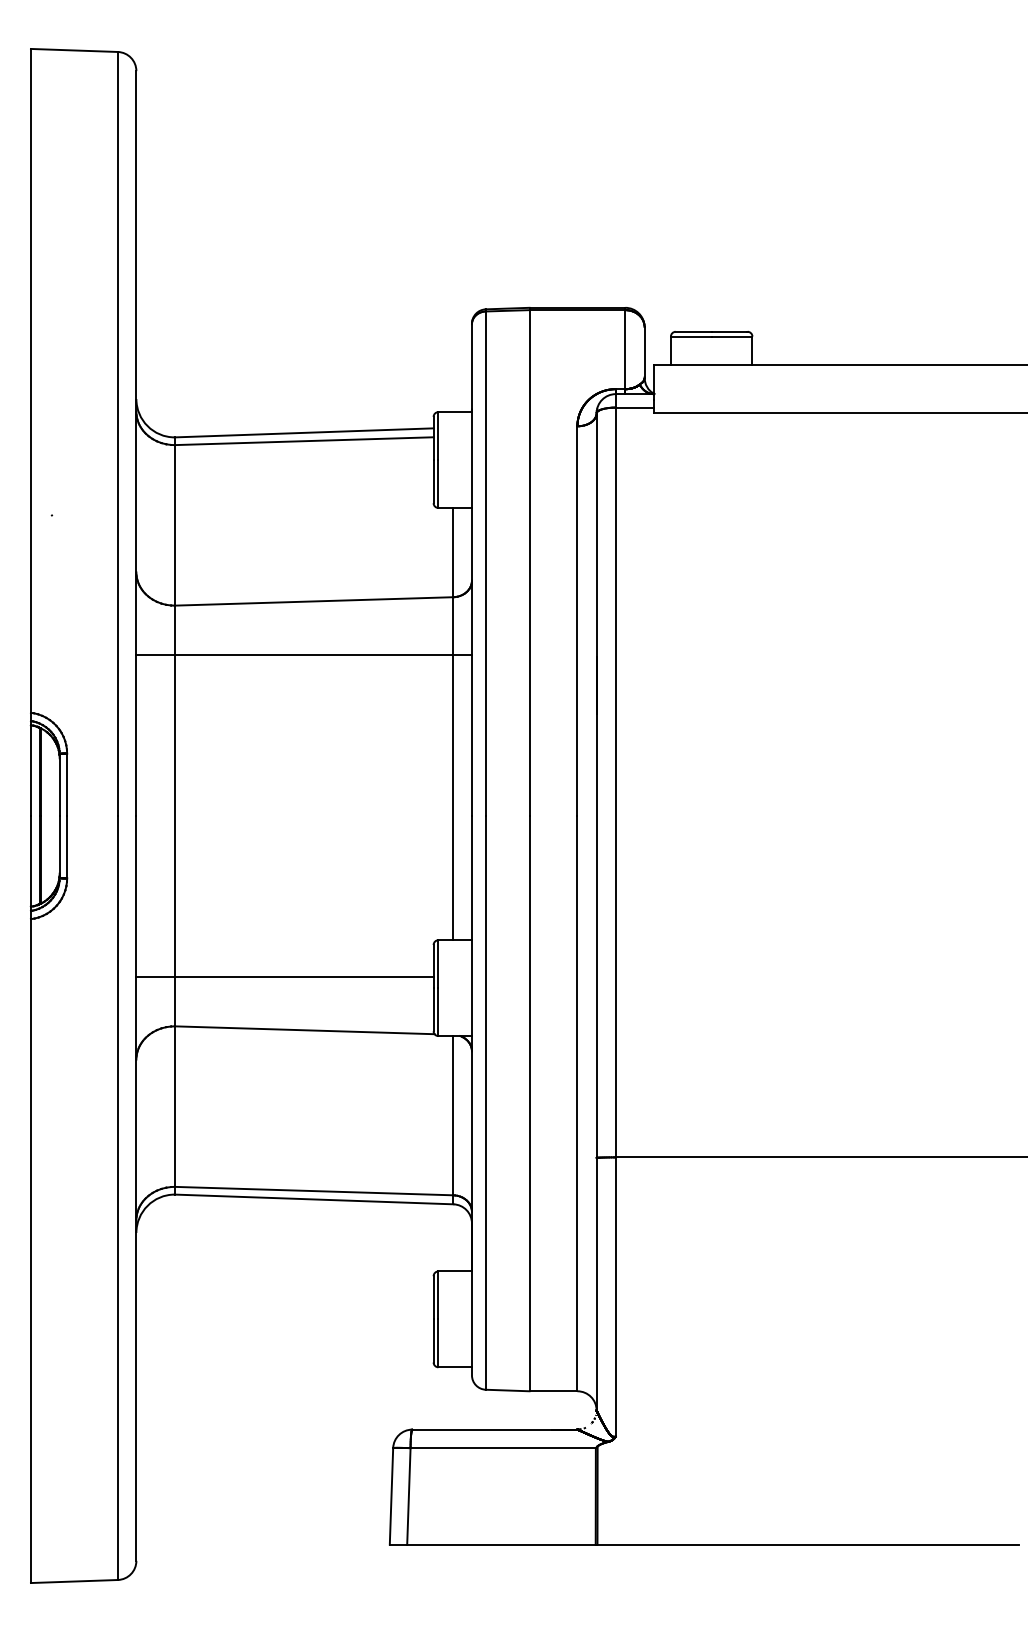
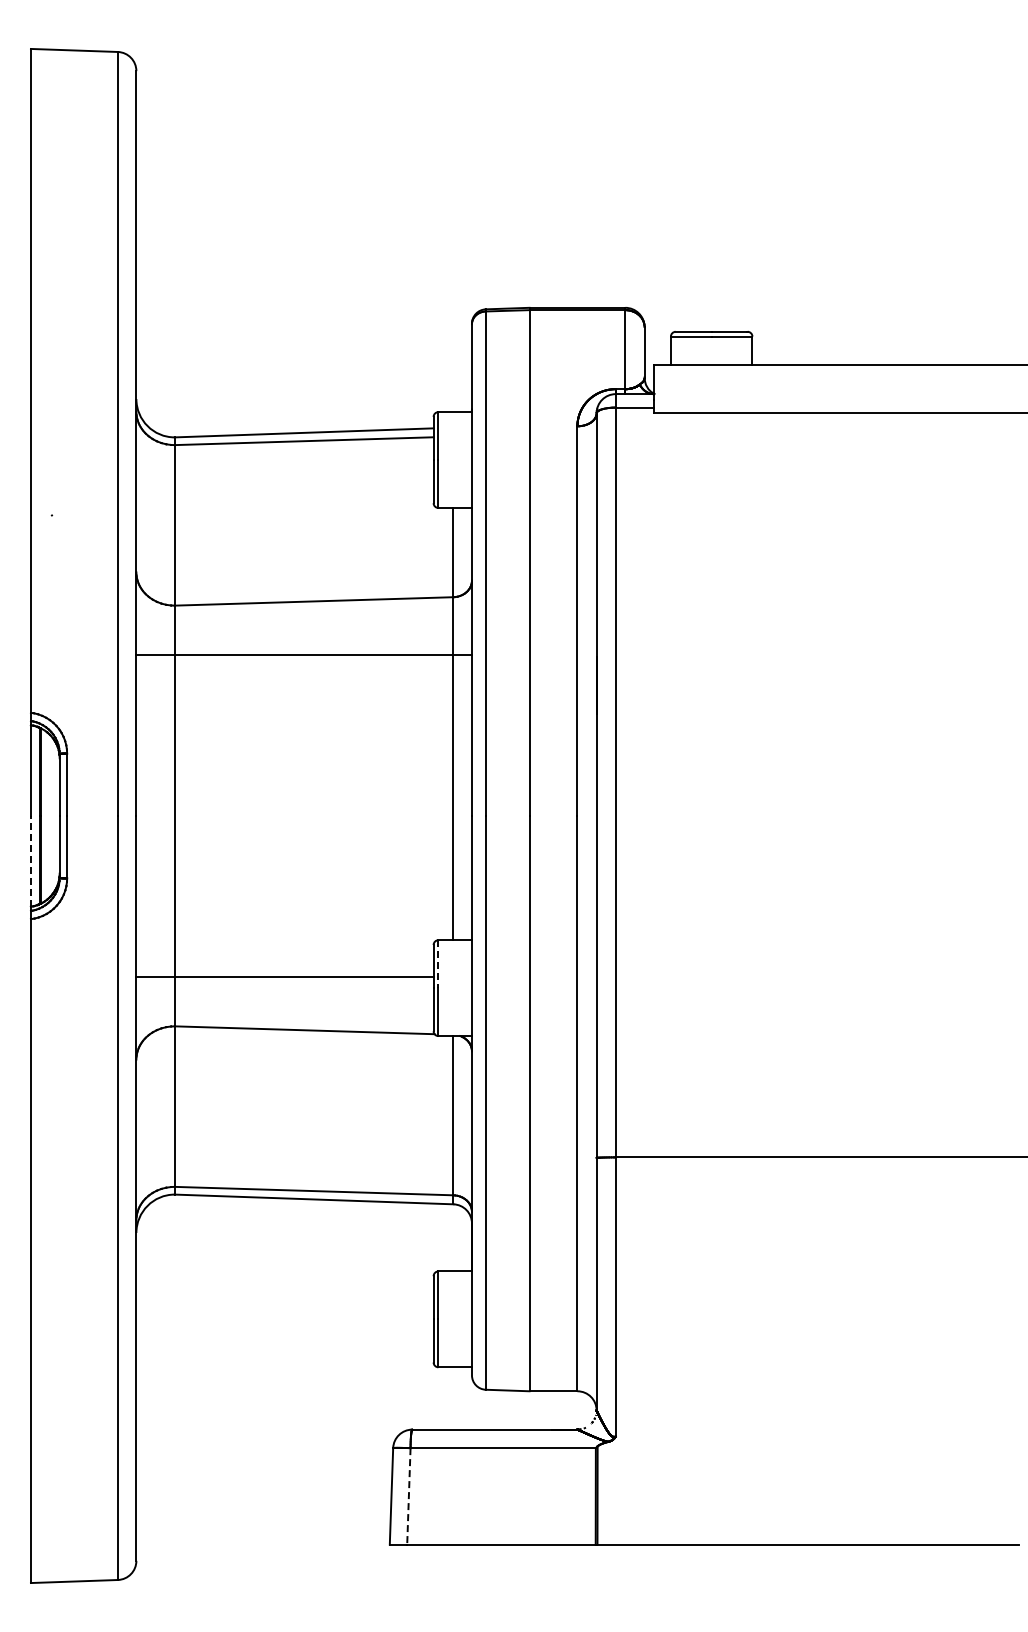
line at (30, 860): solid -> dashed
line at (438, 964): solid -> dashed
line at (408, 1496): solid -> dashed
